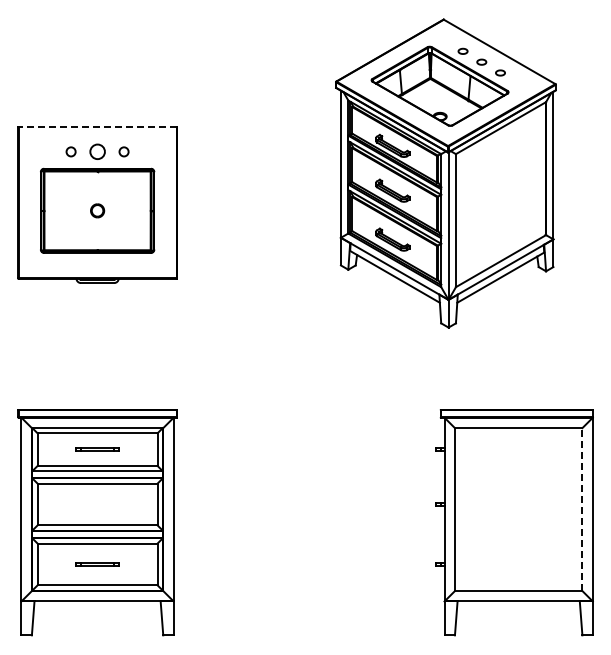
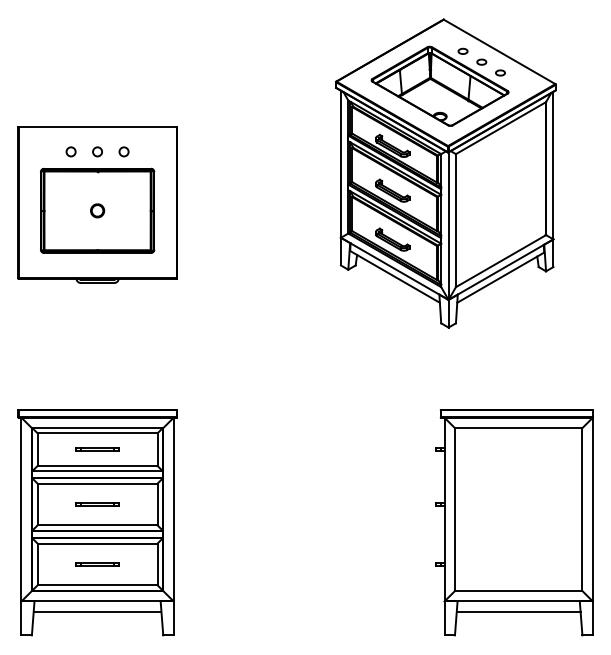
line at (97, 126): dashed -> solid
circle at (97, 151) size: 17x17 px -> 11x12 px
line at (97, 503): none -> present
line at (582, 509): dashed -> solid
line at (97, 611): none -> present
line at (518, 611): none -> present
